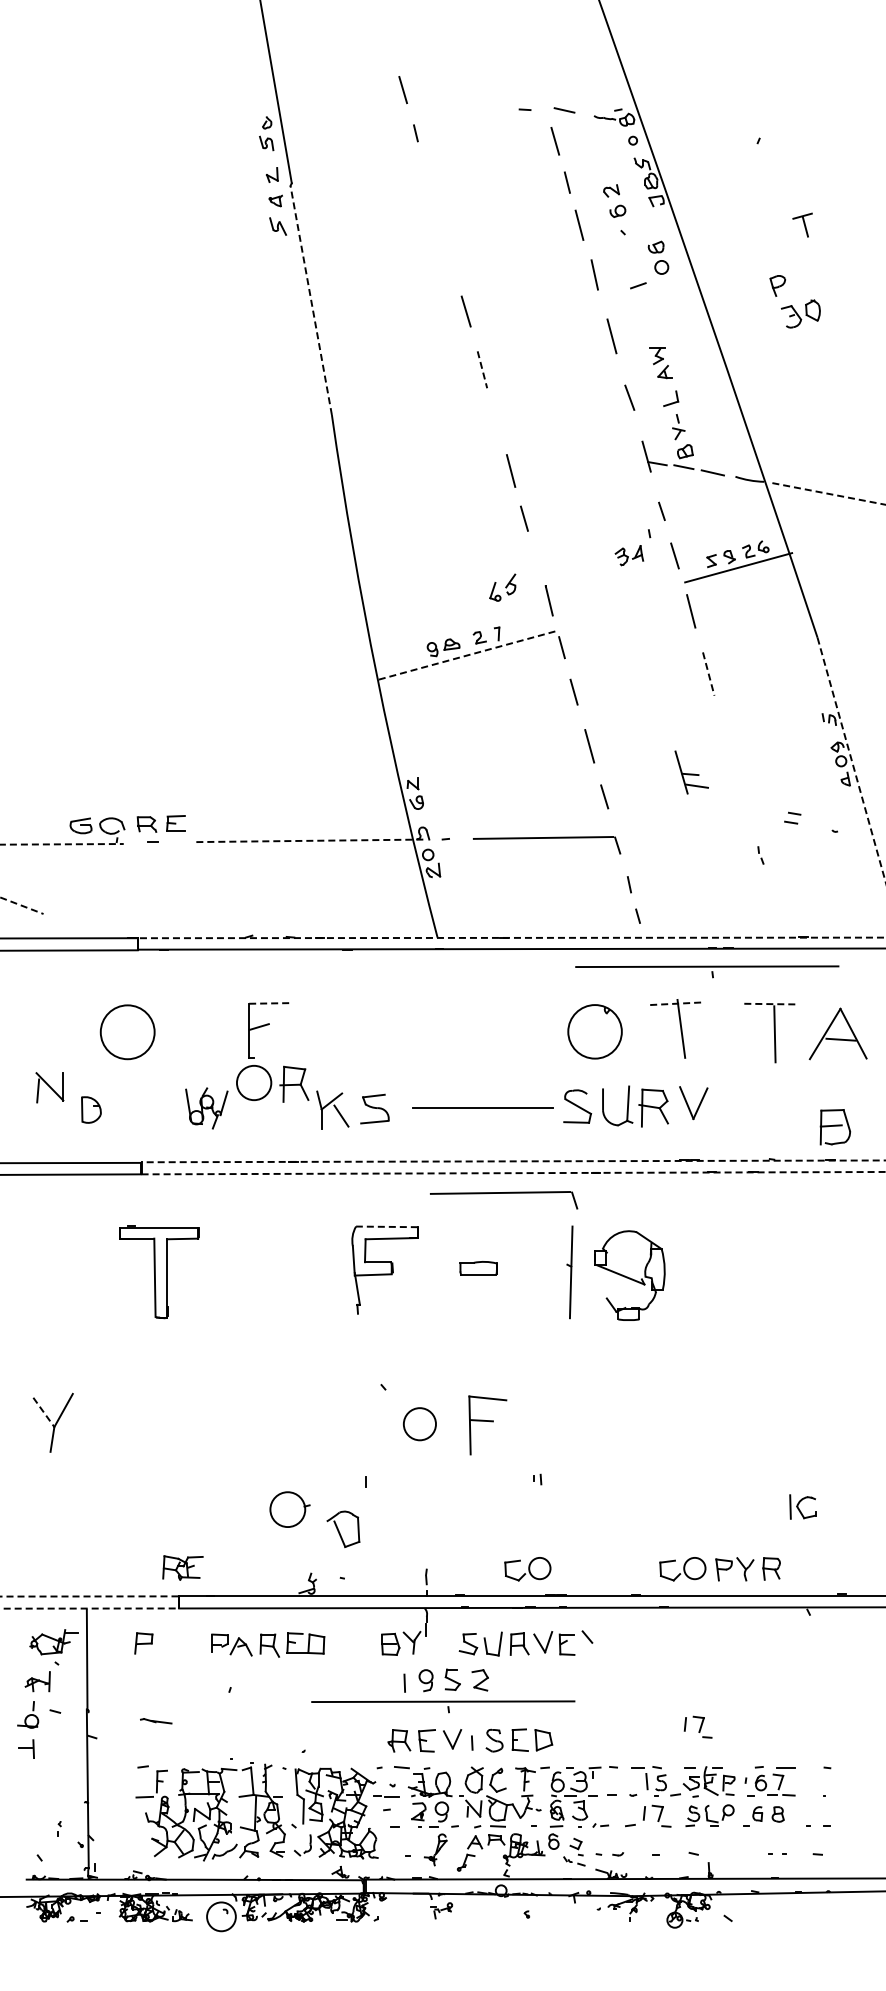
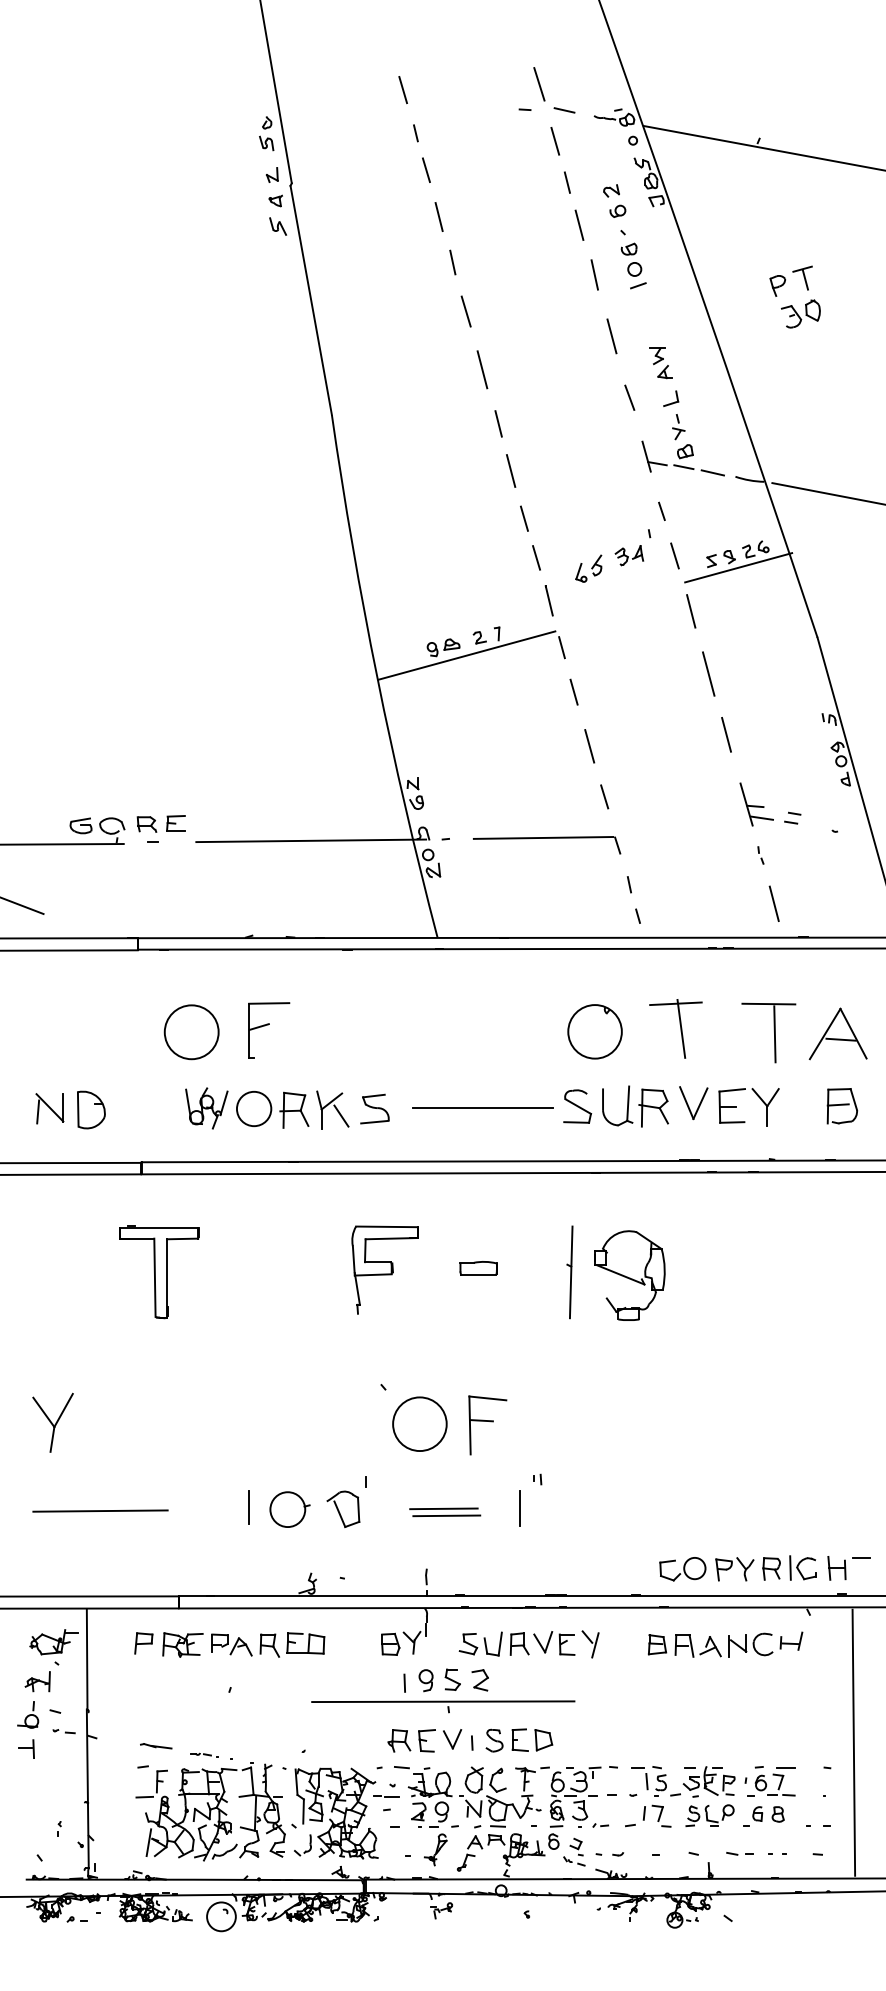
line at (539, 84): none -> present
line at (762, 148): none -> present
line at (426, 169): none -> present
line at (438, 217): none -> present
part at (802, 224) position: (802, 224) -> (802, 277)
part at (658, 257) position: (658, 257) -> (631, 259)
line at (452, 262): none -> present
line at (311, 299): dashed -> solid
line at (482, 370): dashed -> solid
line at (498, 423): none -> present
line at (829, 493): dashed -> solid
line at (536, 557): none -> present
part at (502, 587) position: (502, 587) -> (588, 568)
line at (466, 655): dashed -> solid
line at (708, 674): dashed -> solid
line at (726, 734): none -> present
line at (851, 760): dashed -> solid
part at (691, 772) position: (691, 772) -> (756, 804)
line at (311, 840): dashed -> solid
line at (62, 844): dashed -> solid
line at (773, 903): none -> present
line at (22, 905): dashed -> solid
line at (511, 937): dashed -> solid
part at (707, 971): present -> none
line at (269, 1003): dashed -> solid
line at (675, 1003): dashed -> solid
line at (768, 1004): dashed -> solid
circle at (127, 1032) position: (127, 1032) -> (191, 1032)
part at (272, 1083) position: (272, 1083) -> (272, 1109)
part at (49, 1087) position: (49, 1087) -> (49, 1108)
part at (736, 1107): none -> present
part at (91, 1109) size: 21x28 px -> 29x40 px
part at (835, 1127) position: (835, 1127) -> (842, 1106)
line at (513, 1161): dashed -> solid
line at (514, 1173): dashed -> solid
part at (504, 1193): present -> none
line at (386, 1226): dashed -> solid
line at (44, 1412): dashed -> solid
circle at (419, 1424) diameter: 32 px -> 54 px
part at (802, 1506) position: (802, 1506) -> (802, 1567)
line at (248, 1507): none -> present
line at (443, 1508): none -> present
line at (519, 1508): none -> present
line at (100, 1510): none -> present
line at (446, 1515): none -> present
part at (343, 1529) position: (343, 1529) -> (343, 1509)
part at (182, 1567) position: (182, 1567) -> (182, 1644)
part at (848, 1568): none -> present
part at (527, 1569): present -> none
line at (89, 1596): dashed -> solid
line at (89, 1608): dashed -> solid
part at (725, 1644): none -> present
line at (595, 1645): none -> present
part at (156, 1721) position: (156, 1721) -> (156, 1746)
part at (697, 1726): present -> none
part at (63, 1731): none -> present
line at (853, 1742): none -> present
part at (204, 1754): none -> present
line at (148, 1842): none -> present
part at (739, 1853): none -> present
